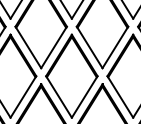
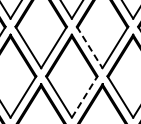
line at (89, 47): solid -> dashed
line at (84, 96): solid -> dashed
